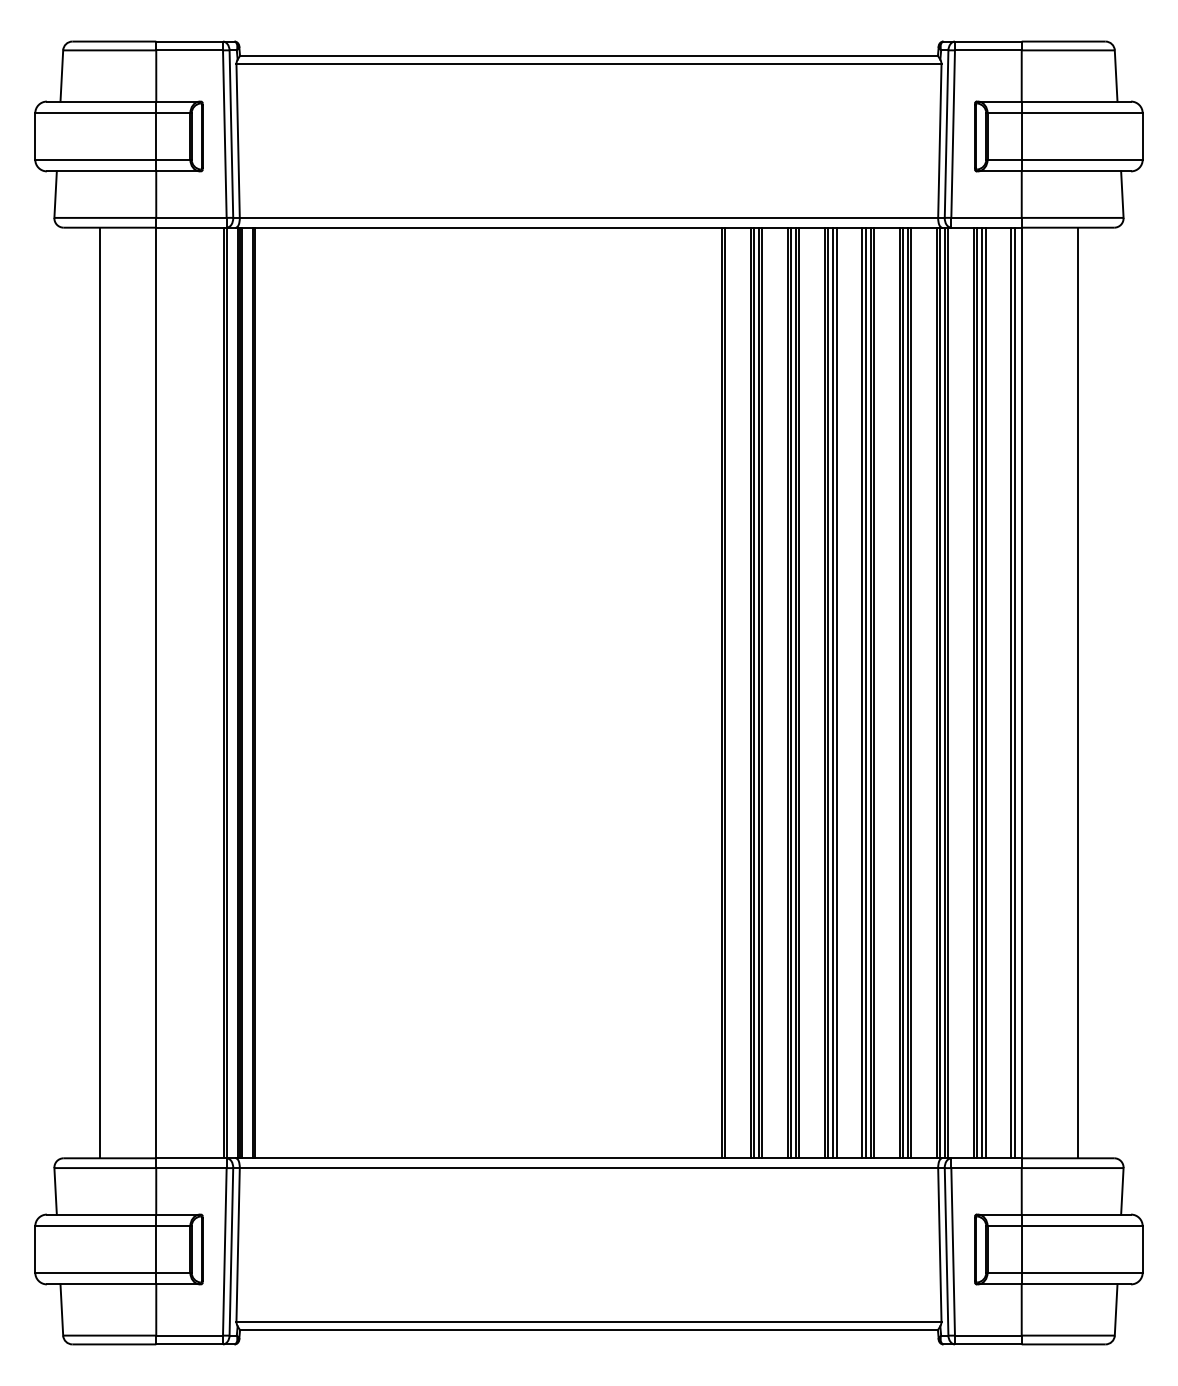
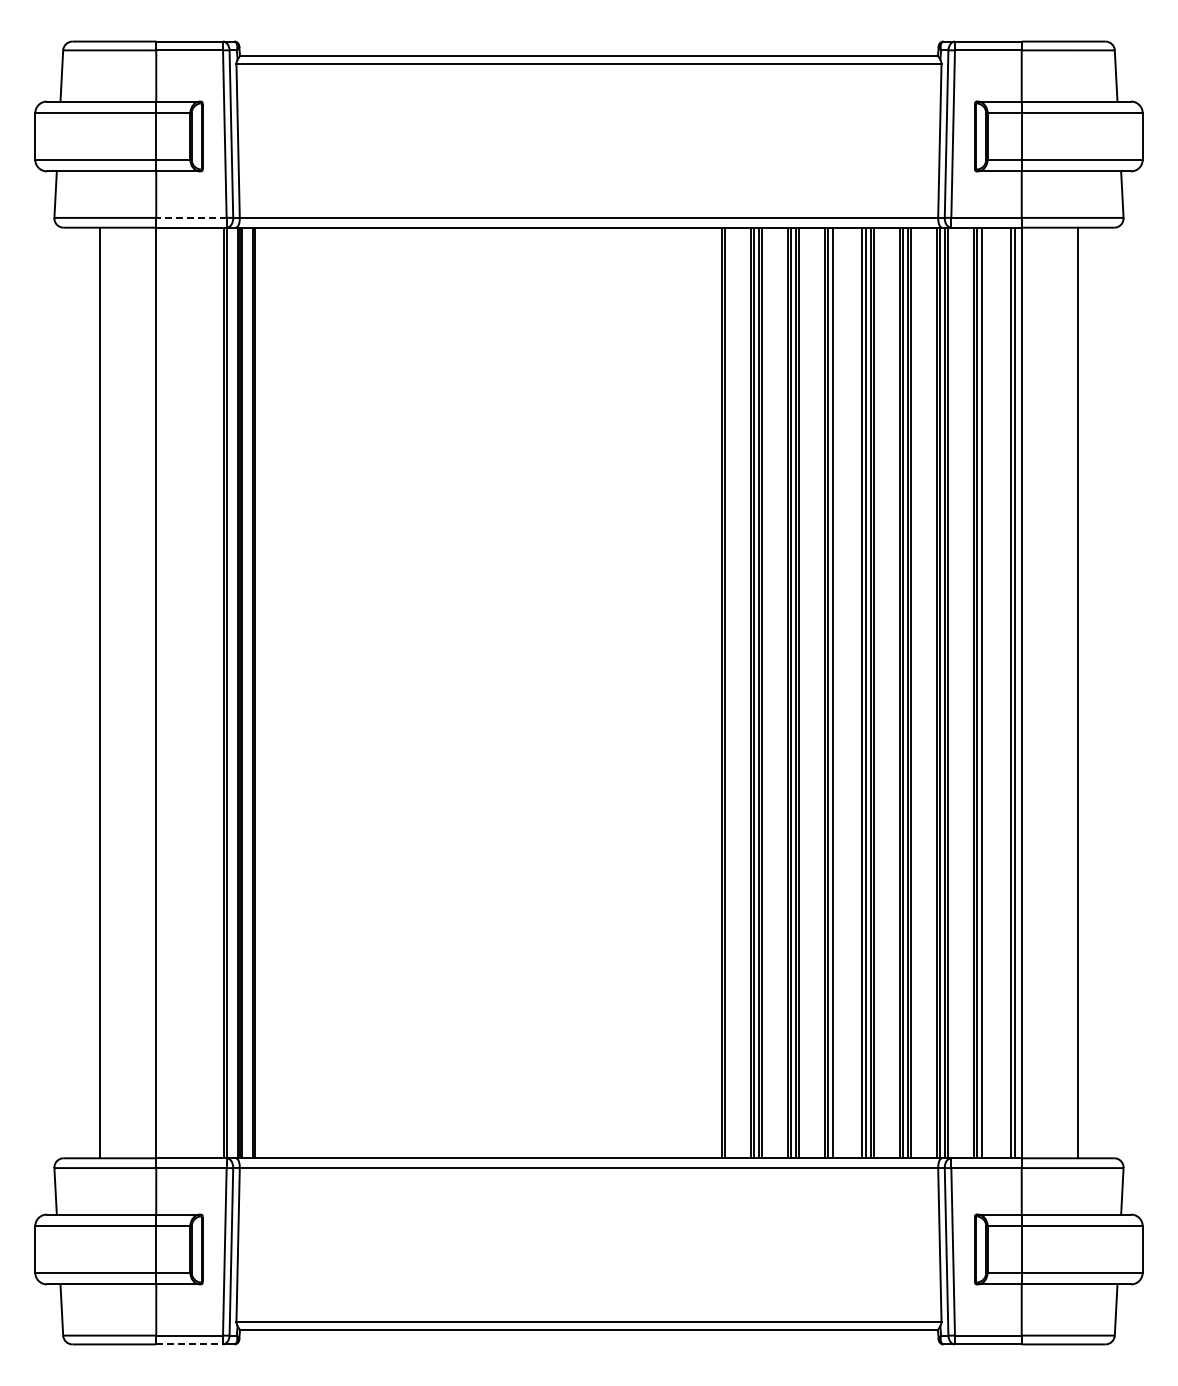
line at (190, 217): solid -> dashed
line at (836, 692): present -> none
line at (985, 692): present -> none
line at (190, 1344): solid -> dashed
